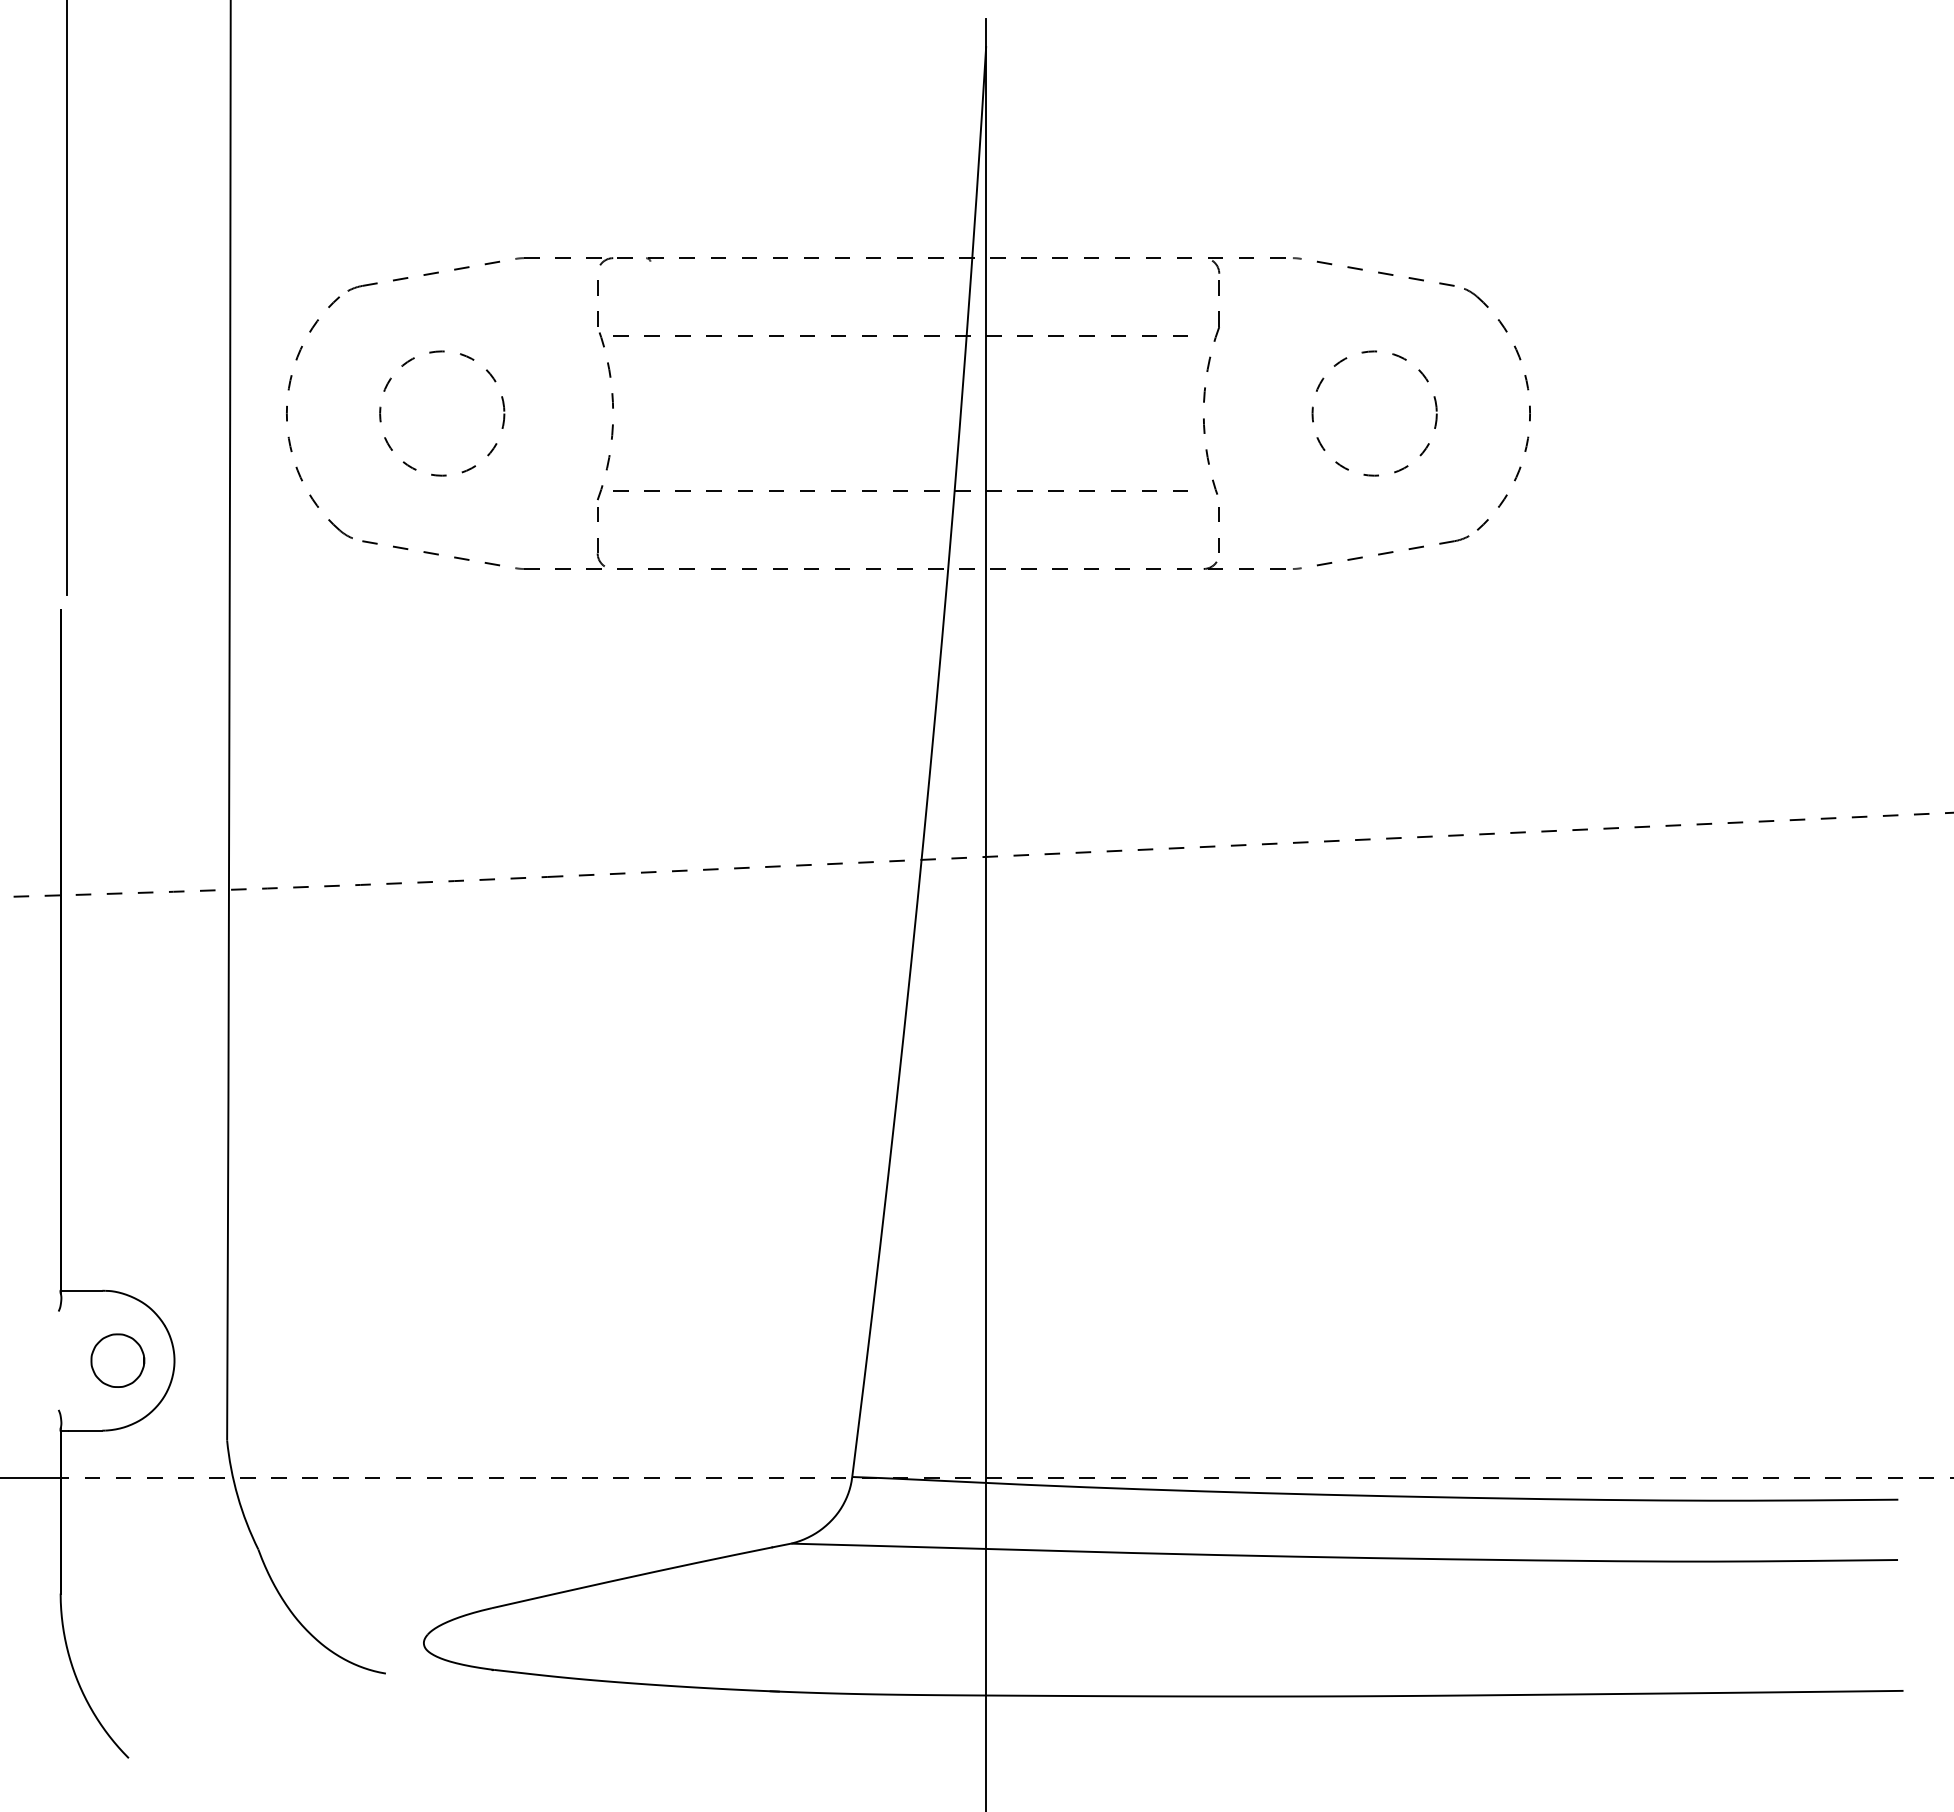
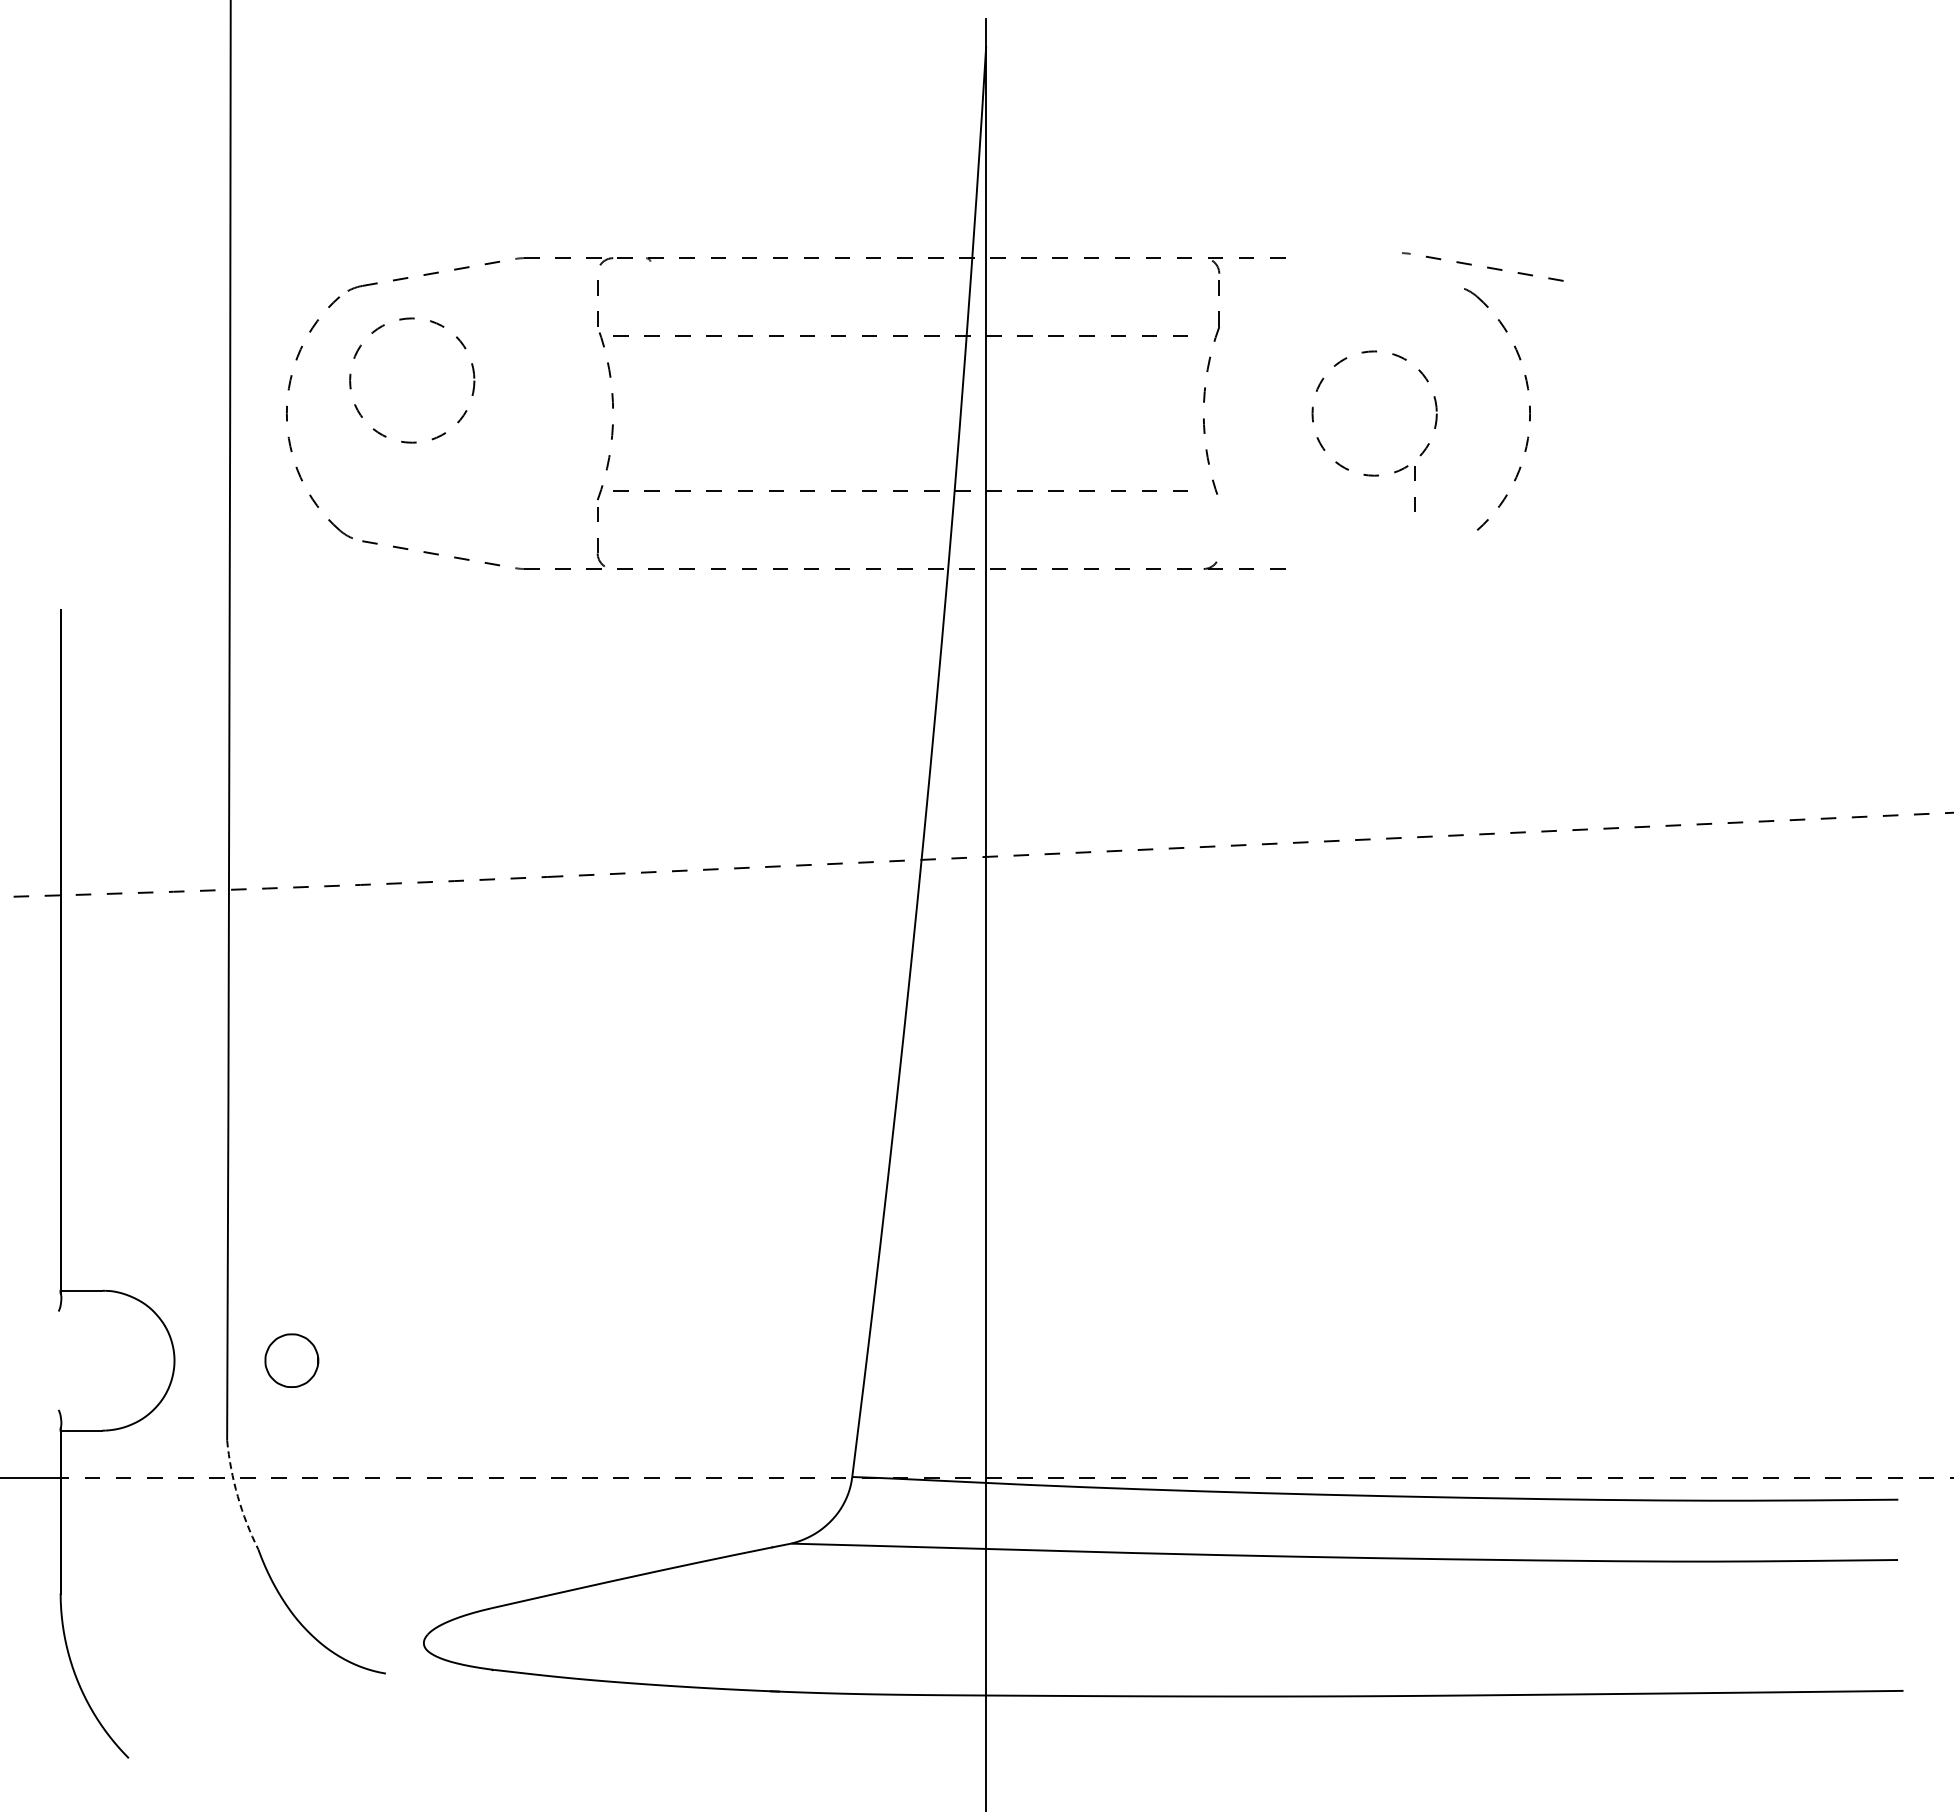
part at (1373, 271) position: (1373, 271) -> (1482, 266)
line at (66, 298): present -> none
circle at (442, 413) position: (442, 413) -> (412, 380)
line at (1218, 521) position: (1218, 521) -> (1414, 480)
part at (1381, 552): present -> none
curve at (108, 1337) position: (108, 1337) -> (282, 1337)
arc at (237, 1496): solid -> dashed
